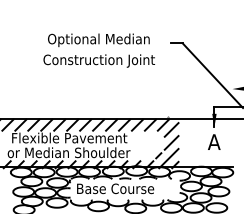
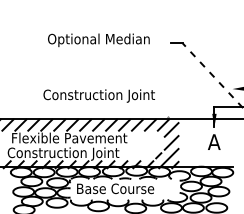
text at (98, 60) position: (98, 60) -> (98, 95)
line at (212, 75): solid -> dashed
text at (68, 153): or Median Shoulder -> Construction Joint
